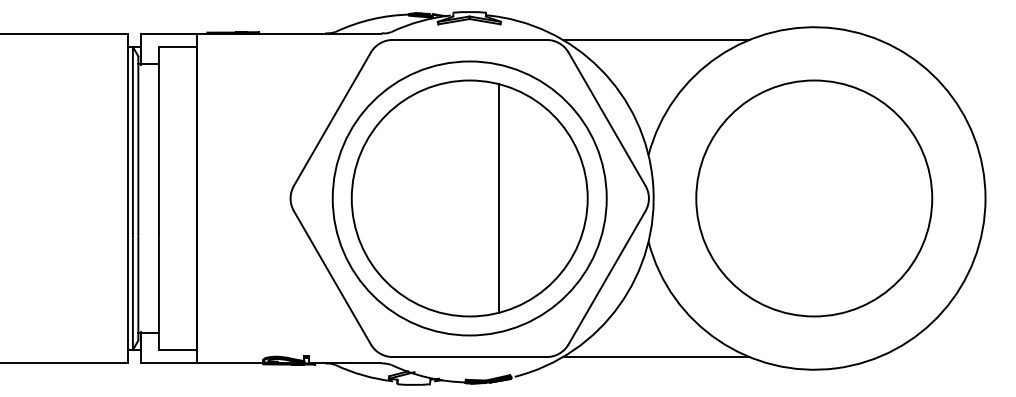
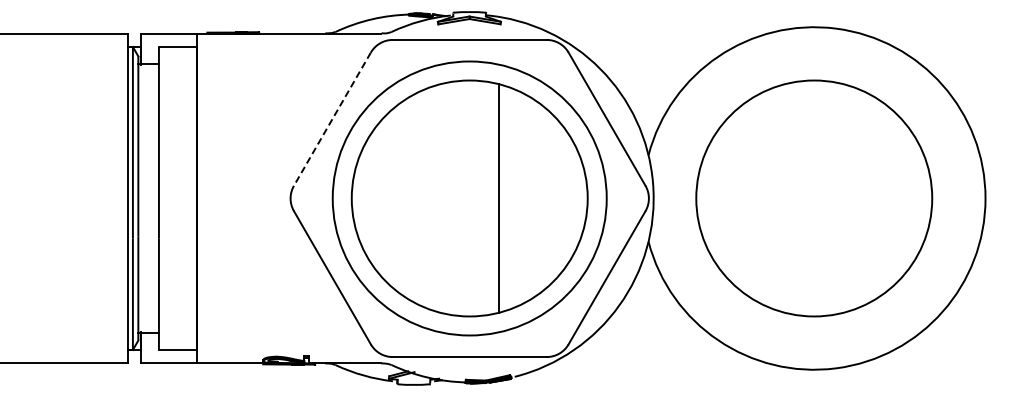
line at (655, 39): present -> none
line at (332, 119): solid -> dashed
line at (655, 357): present -> none
